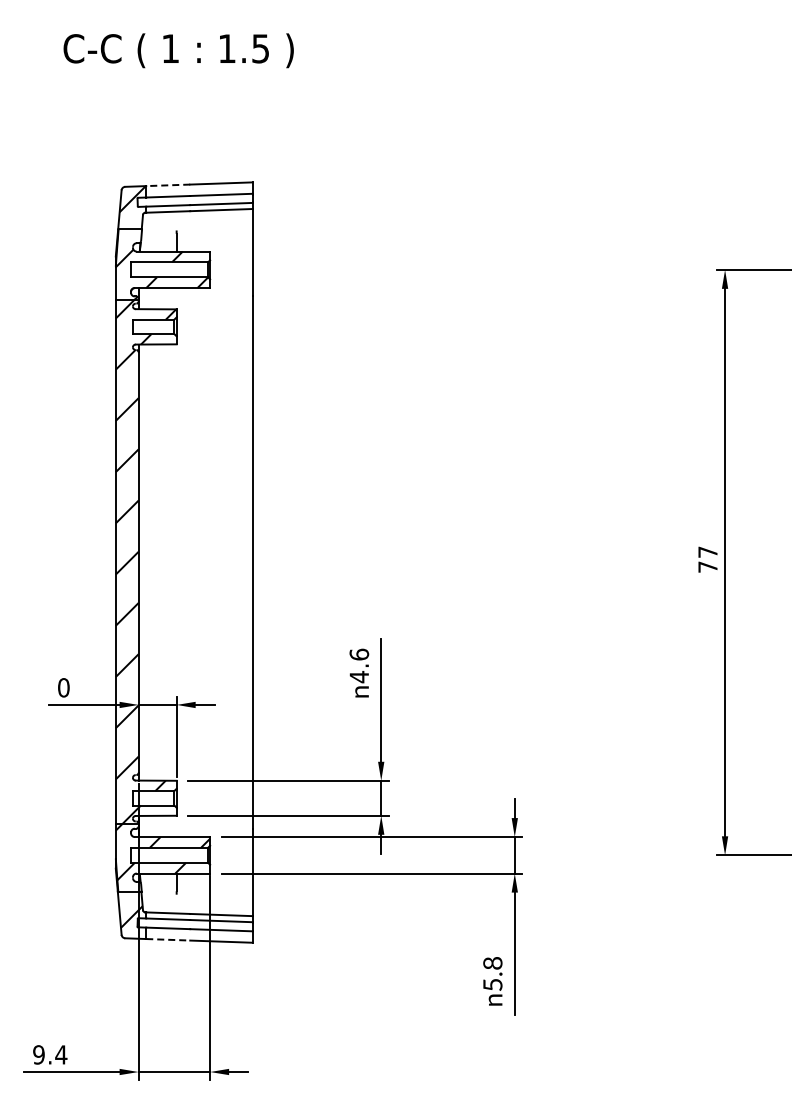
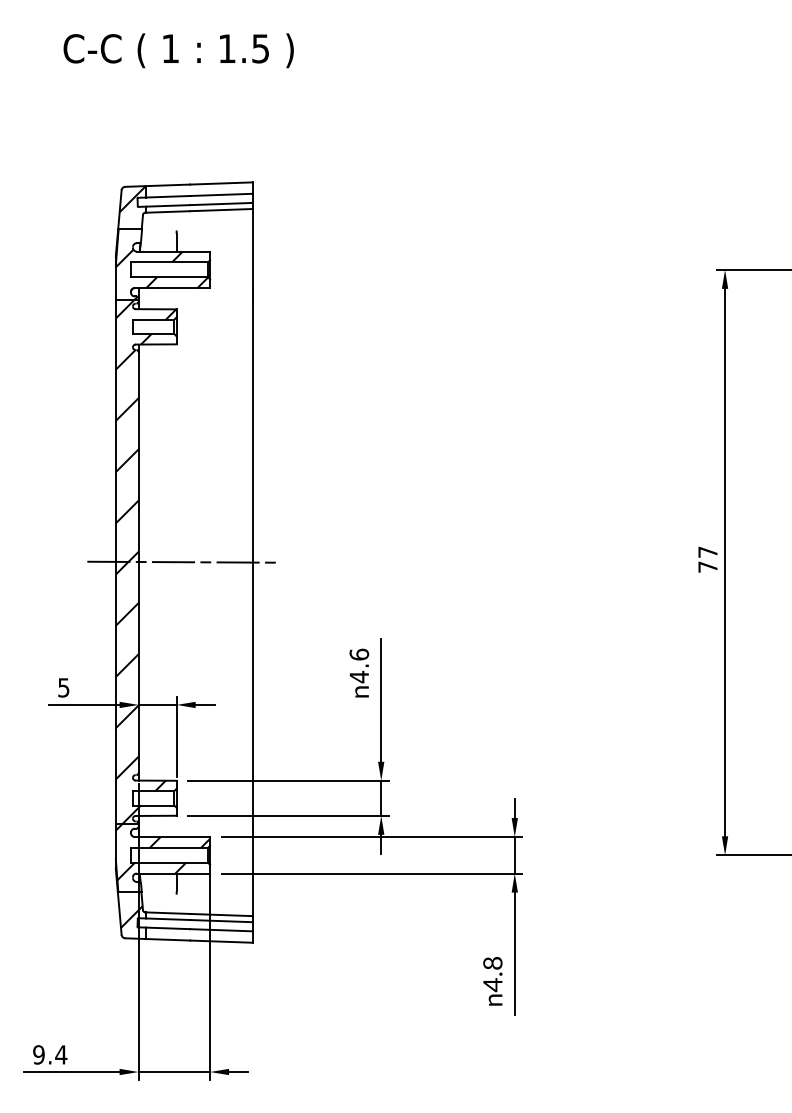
line at (167, 185): dashed -> solid
line at (184, 561): none -> present
text at (63, 687): 0 -> 5
line at (168, 939): dashed -> solid
text at (492, 985): 5.8 -> 4.8
